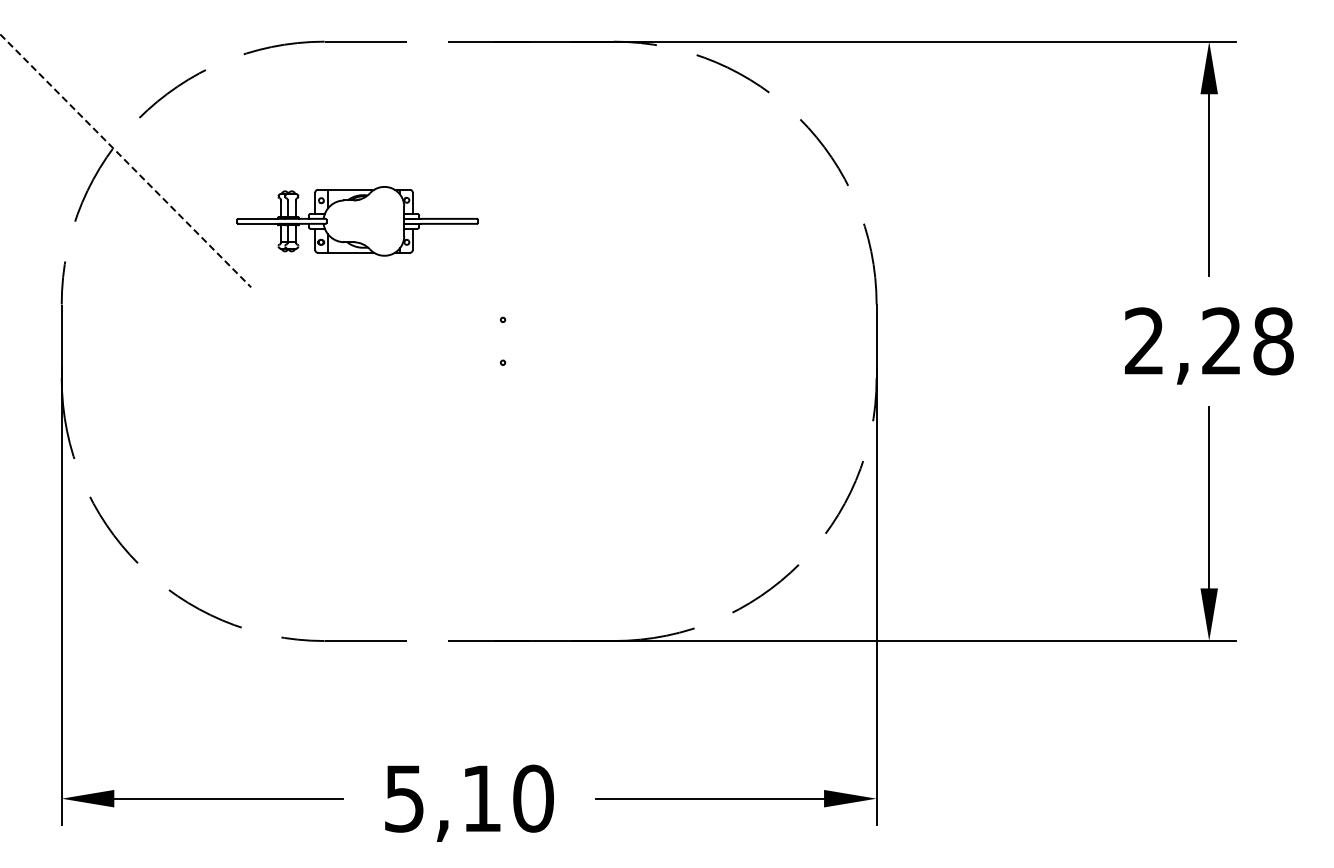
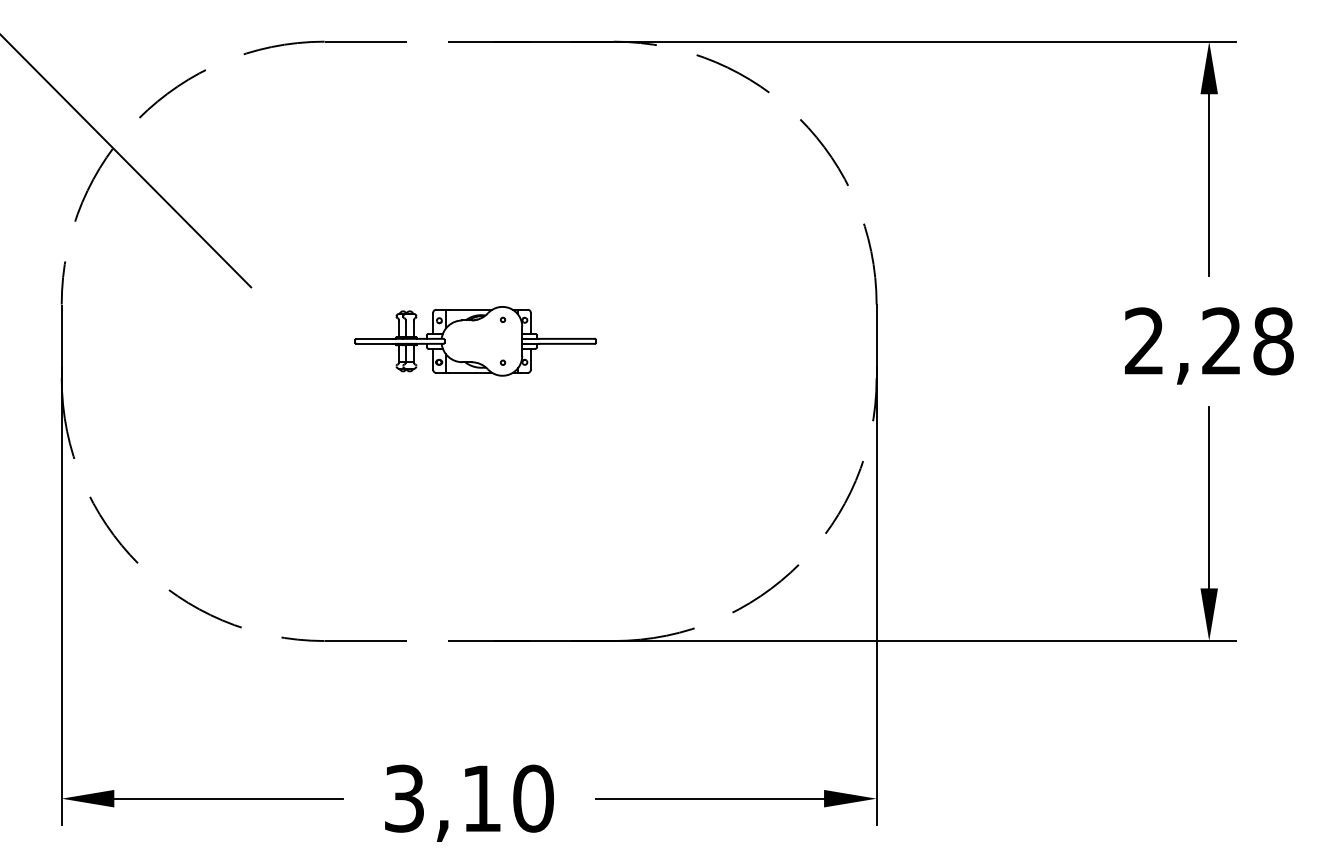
line at (125, 161): dashed -> solid
part at (357, 221) position: (357, 221) -> (475, 341)
text at (404, 798): 5,10 -> 3,10
